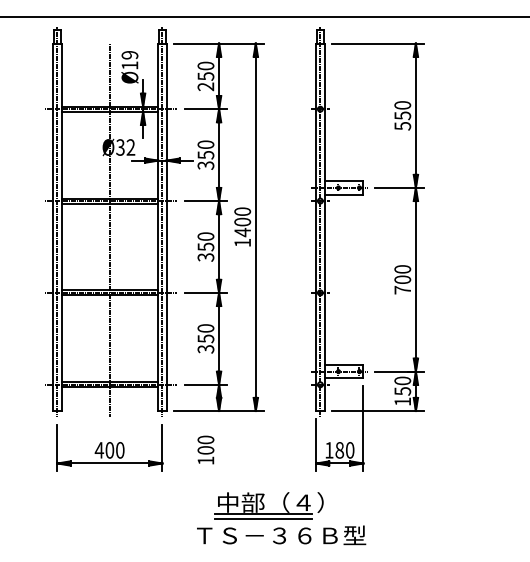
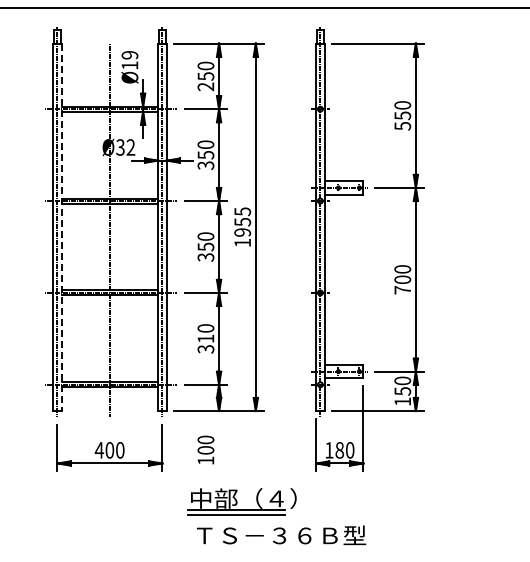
line at (264, 16) position: (264, 16) -> (264, 7)
text at (242, 222): 1400 -> 1955
line at (61, 227): solid -> dashed
text at (205, 338): 350 -> 310
part at (268, 505) position: (268, 505) -> (241, 501)
